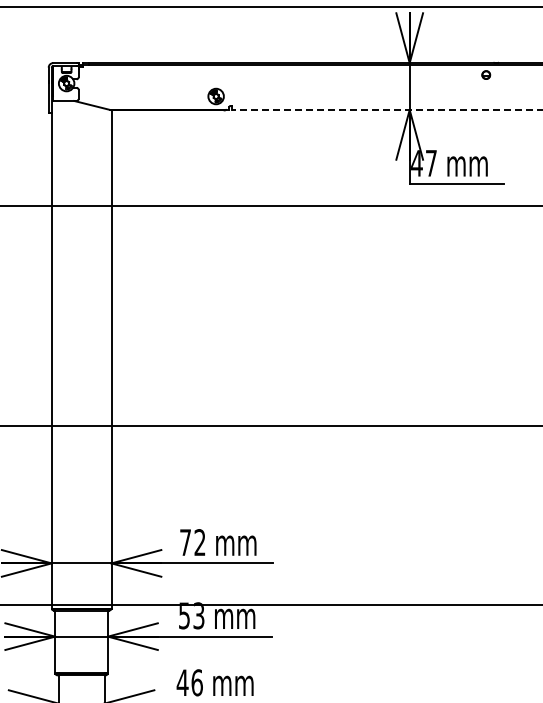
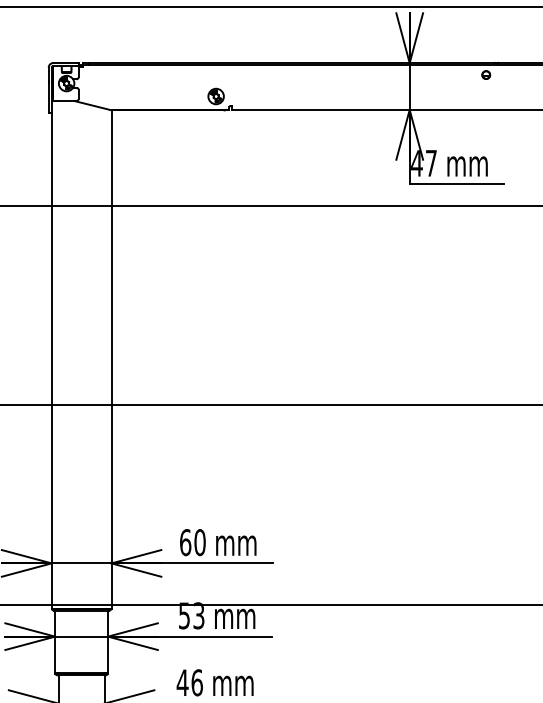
line at (386, 109): dashed -> solid
line at (270, 426) position: (270, 426) -> (270, 405)
text at (192, 542): 72 -> 60
